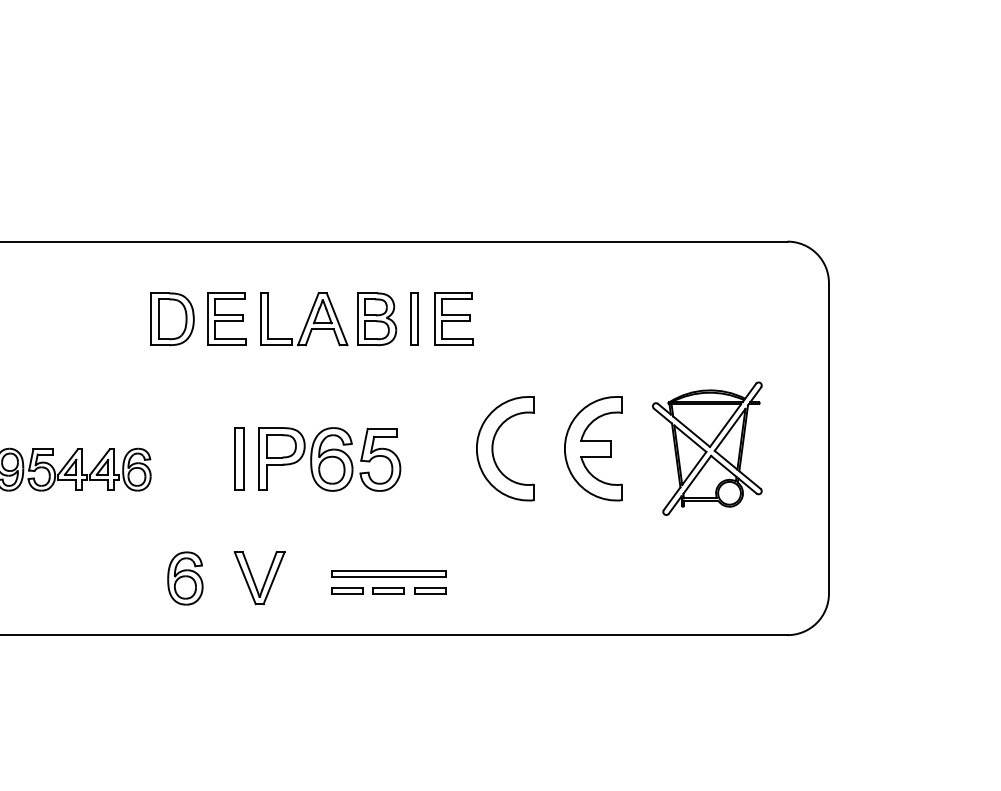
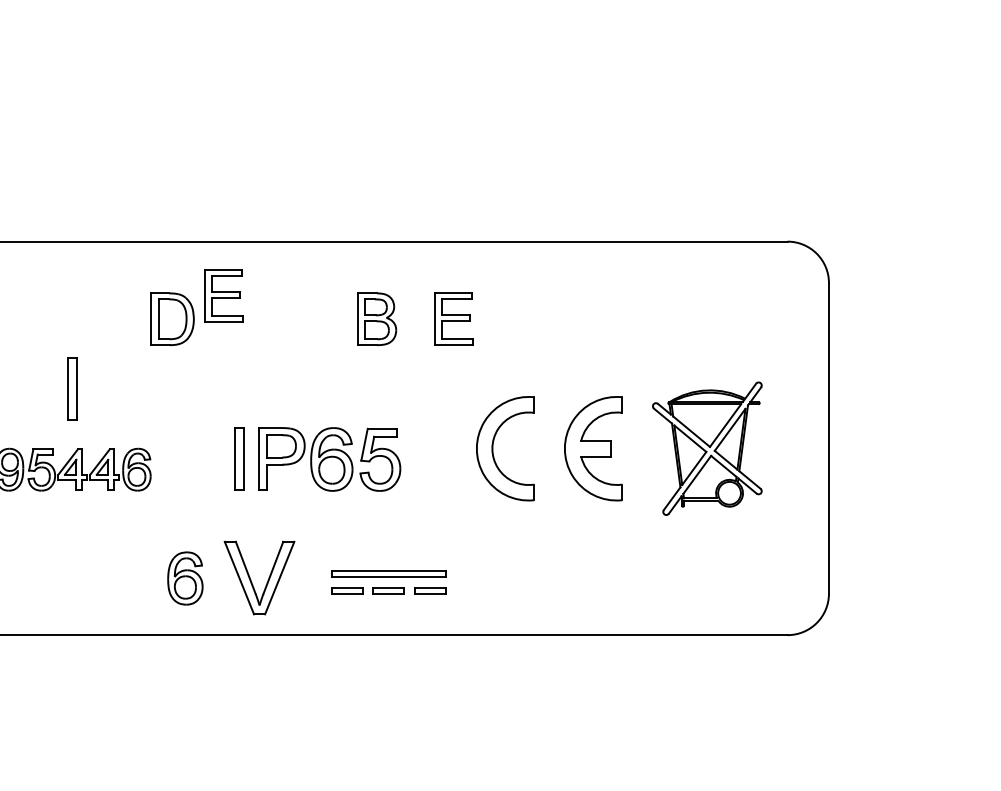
part at (226, 318) position: (226, 318) -> (223, 295)
part at (414, 318): present -> none
part at (304, 319): present -> none
part at (72, 388): none -> present
part at (259, 578) size: 52x55 px -> 73x76 px
